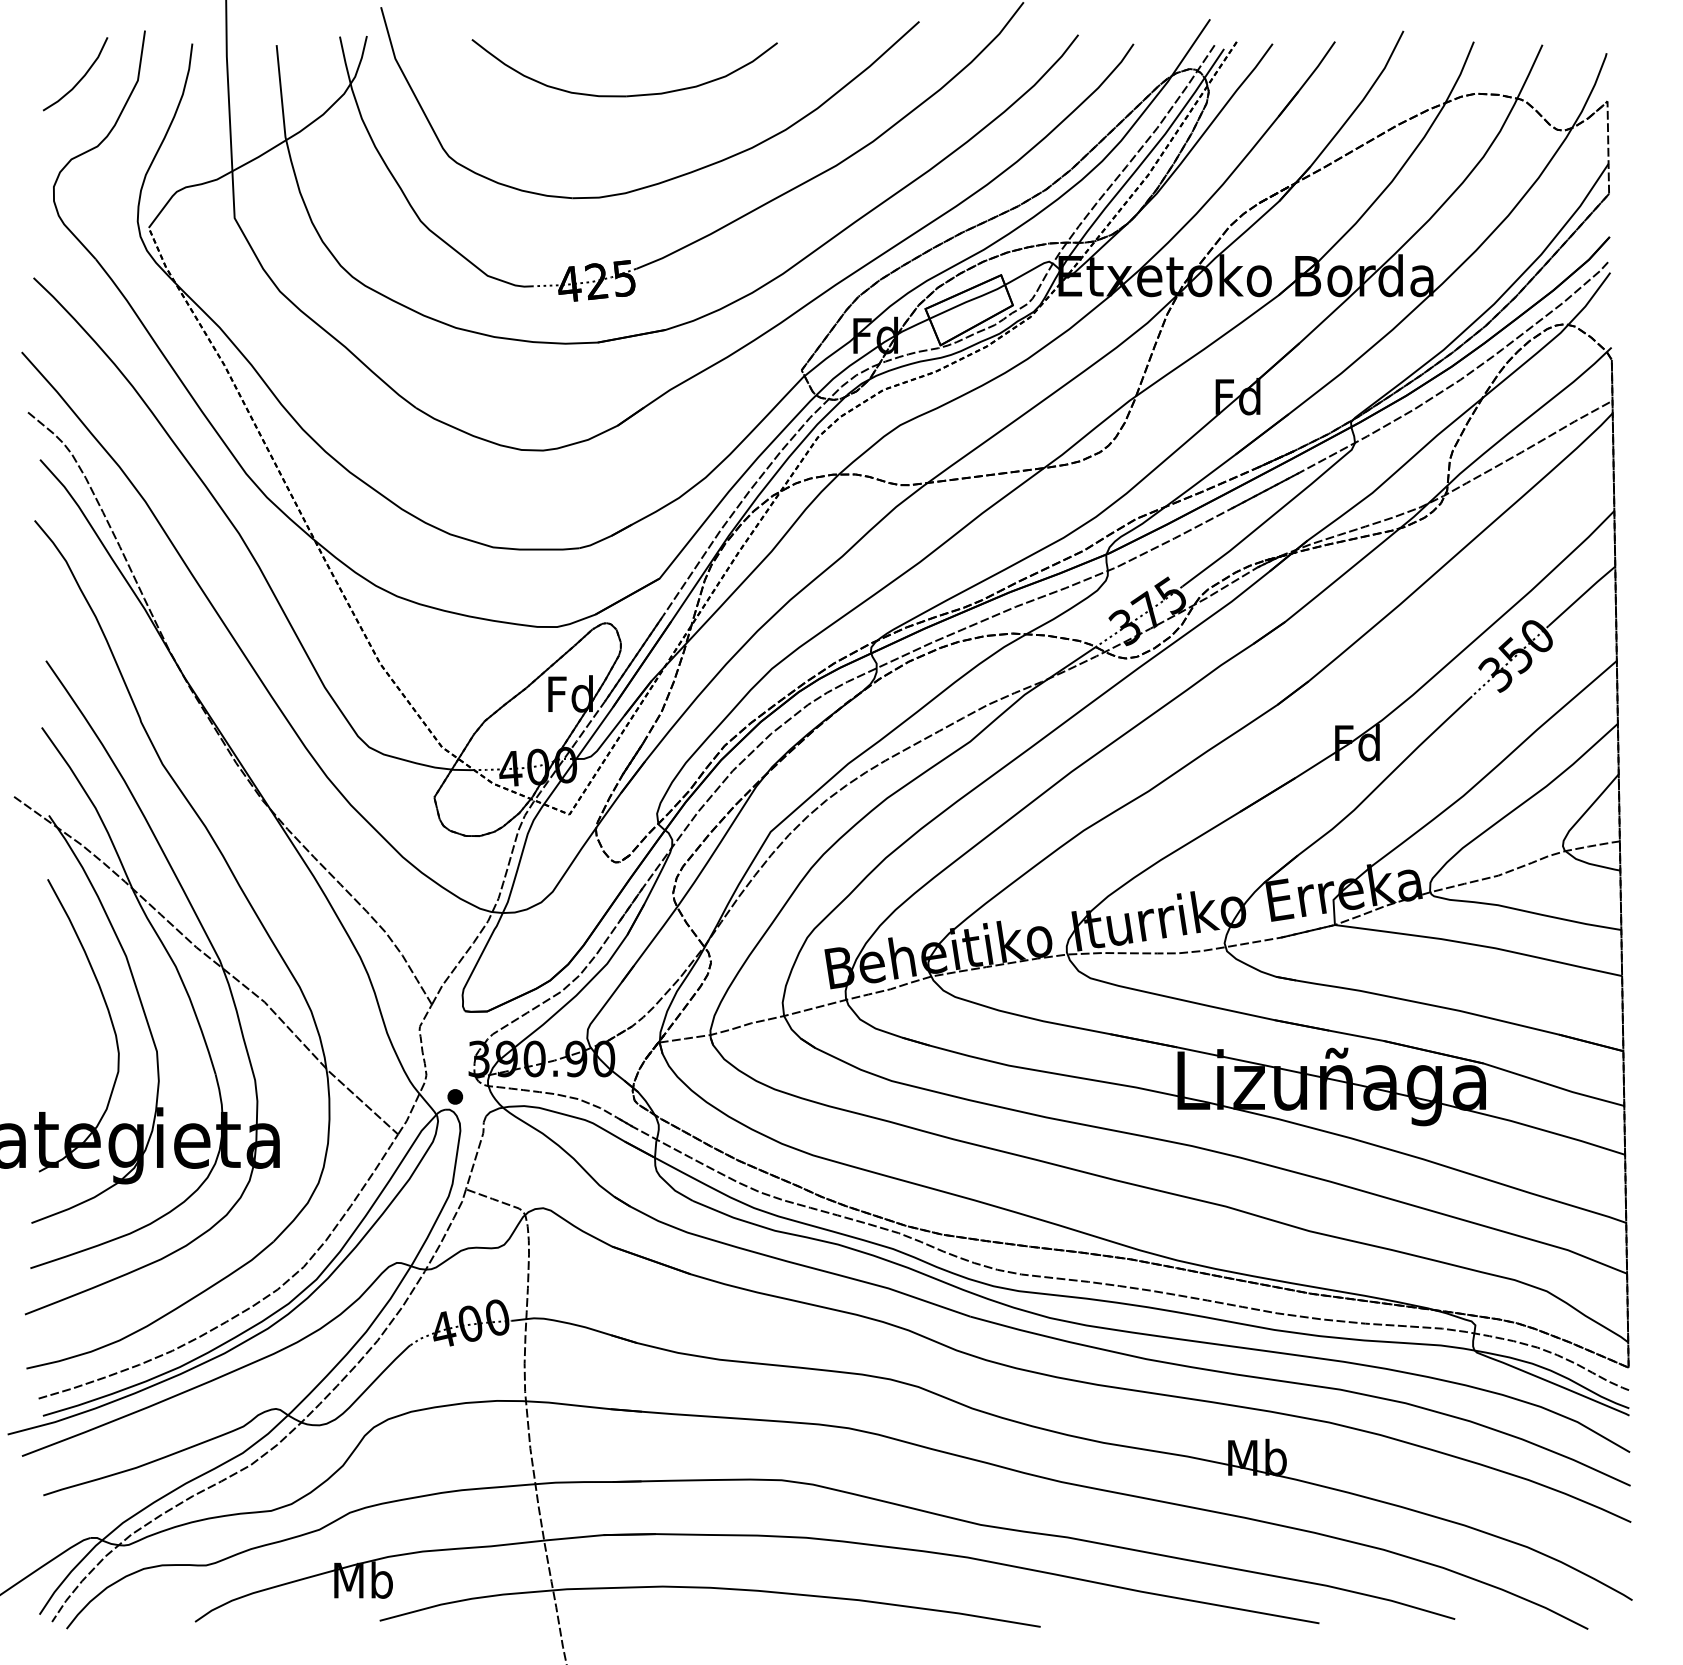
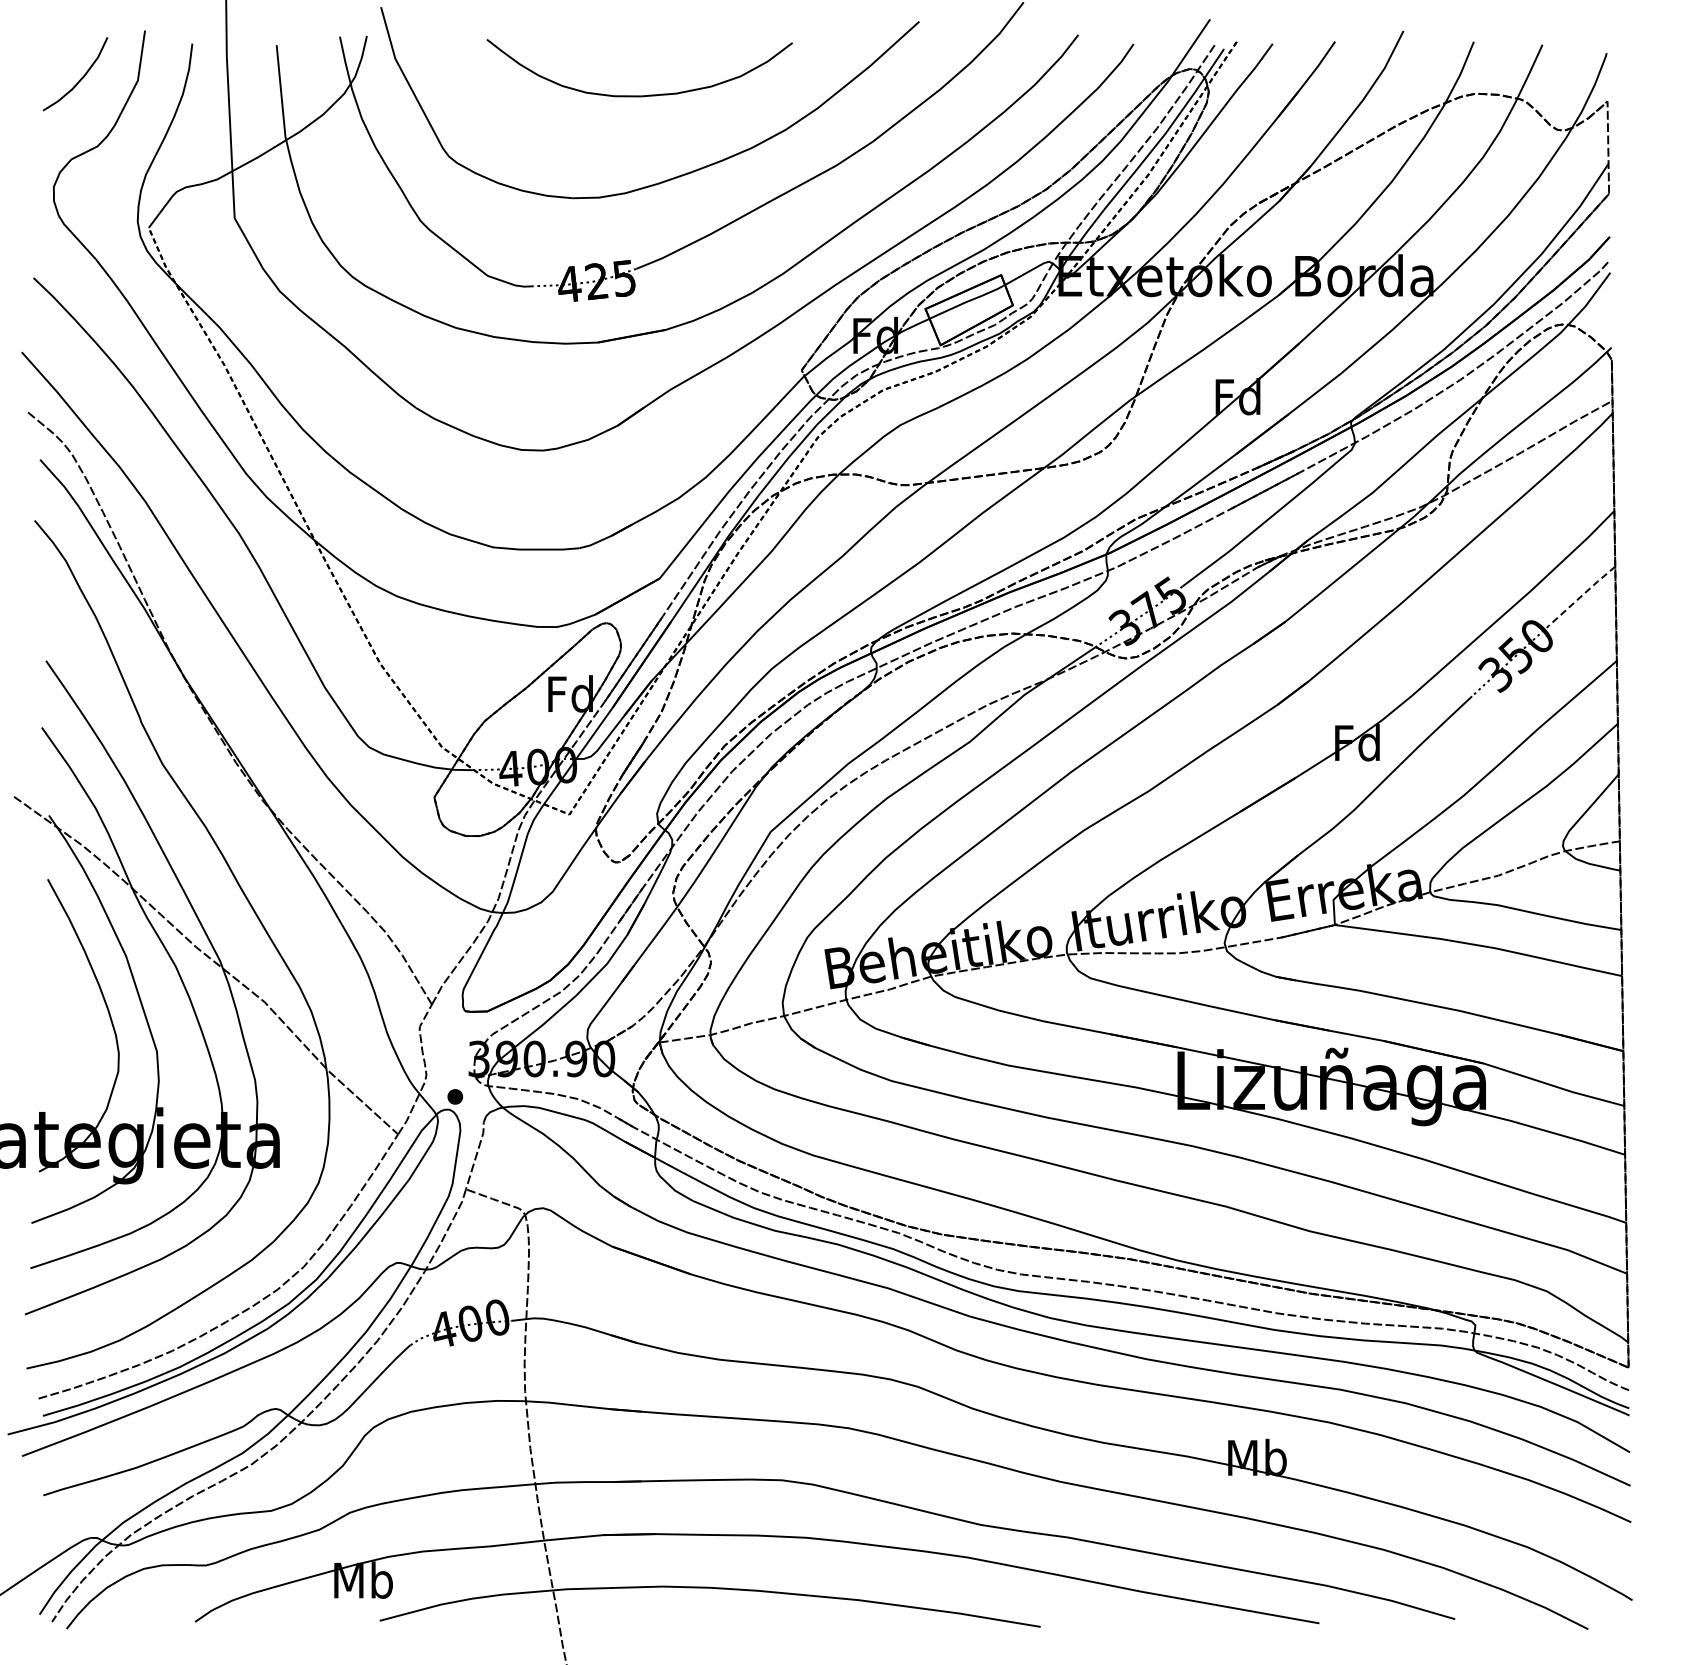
part at (624, 95) position: (624, 95) -> (639, 95)
line at (1581, 595): solid -> dashed
